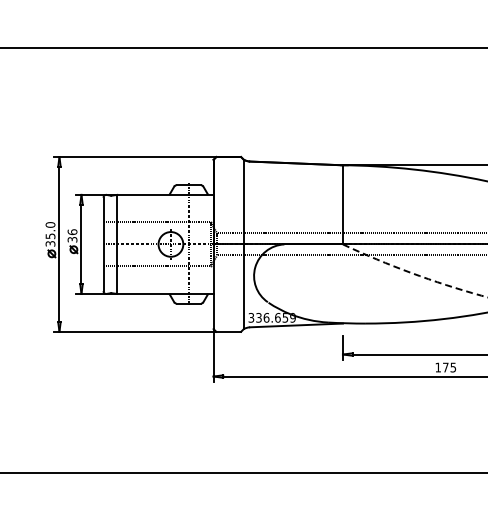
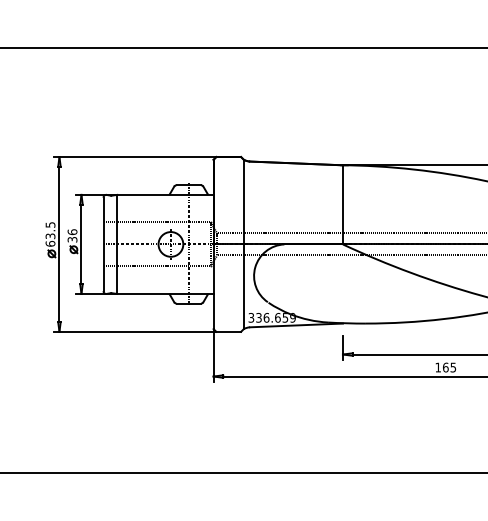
text at (50, 234): 35.0 -> 63.5
arc at (414, 273): dashed -> solid
text at (445, 367): 175 -> 165
